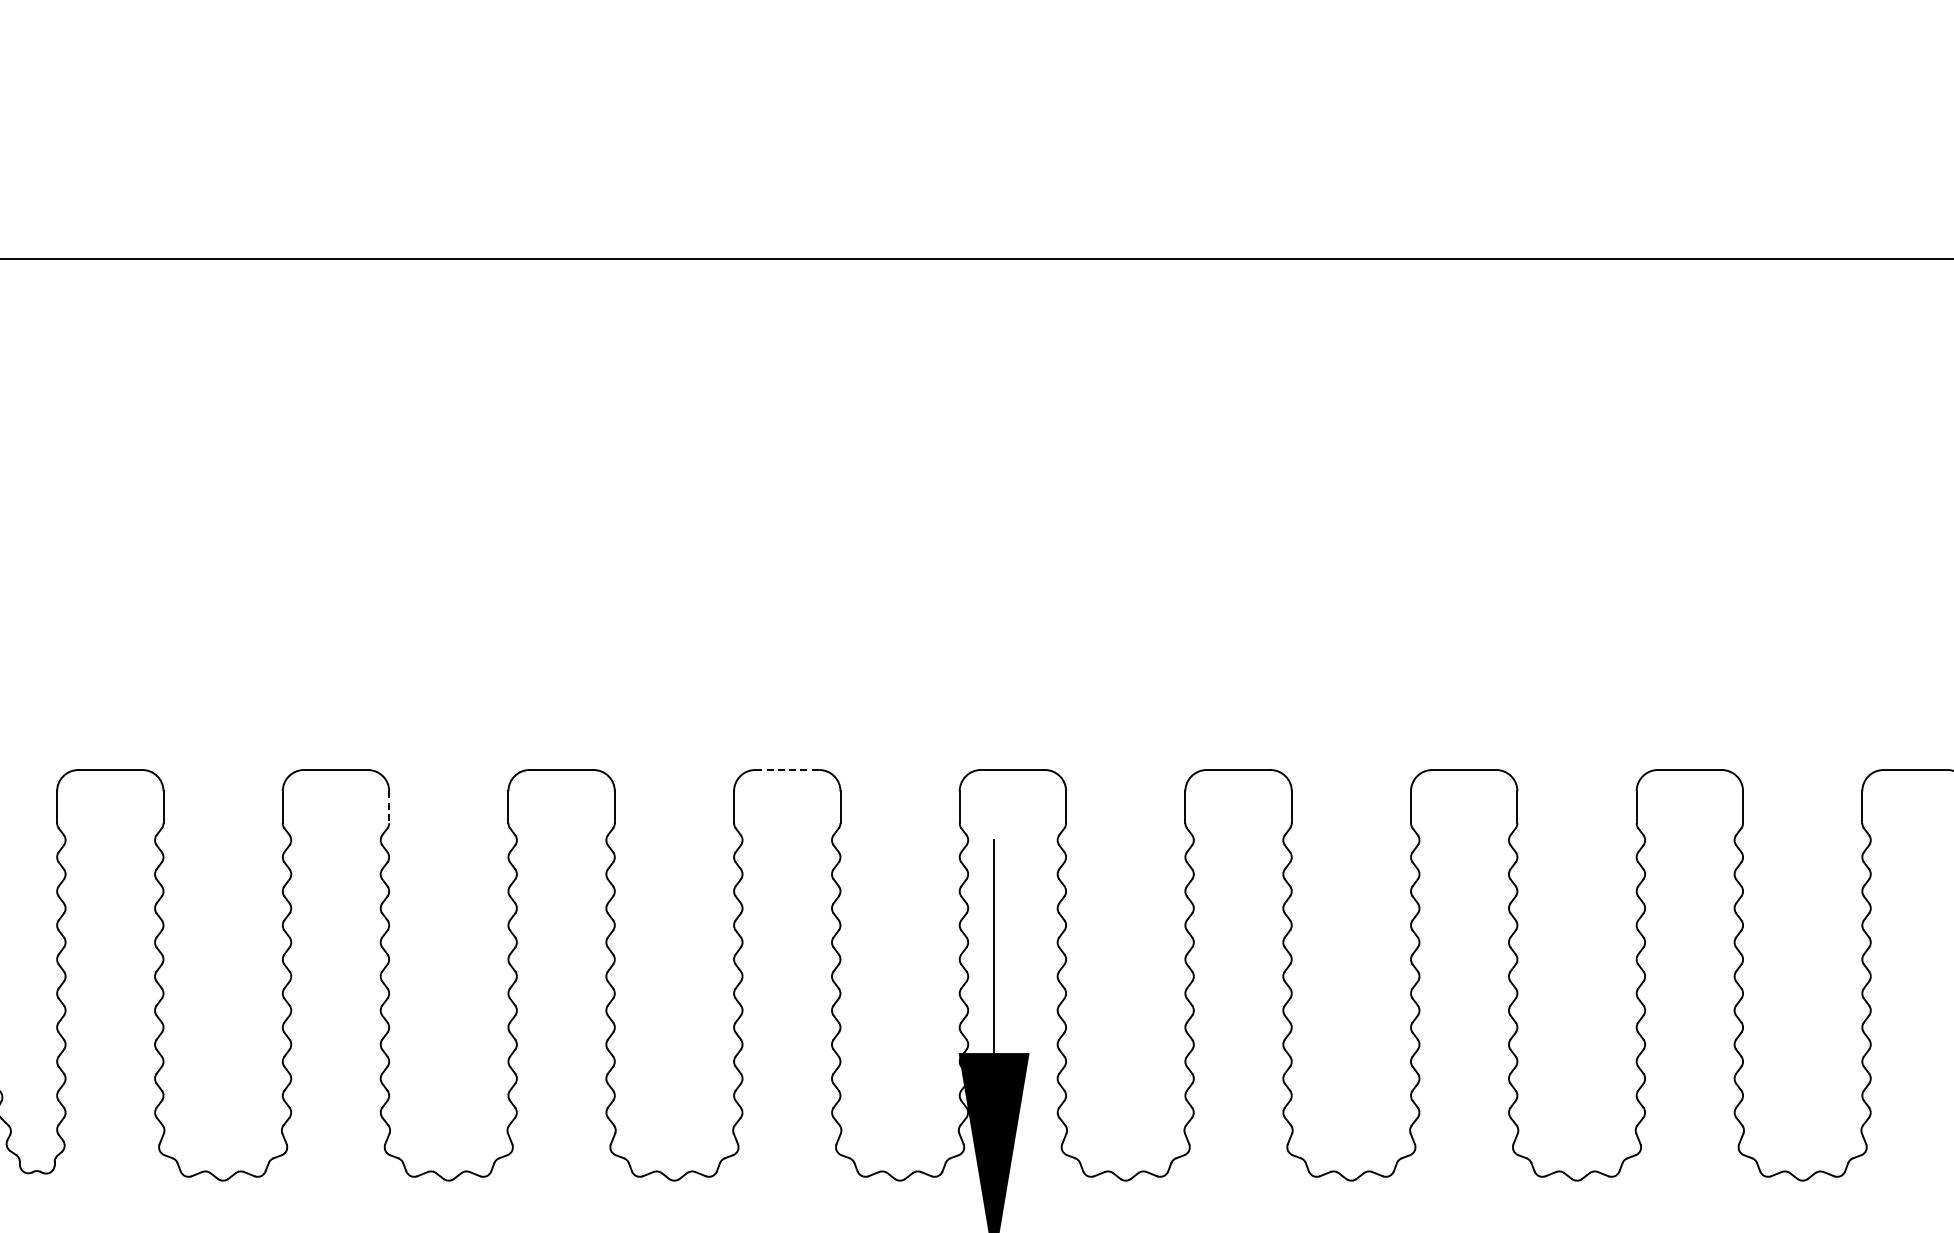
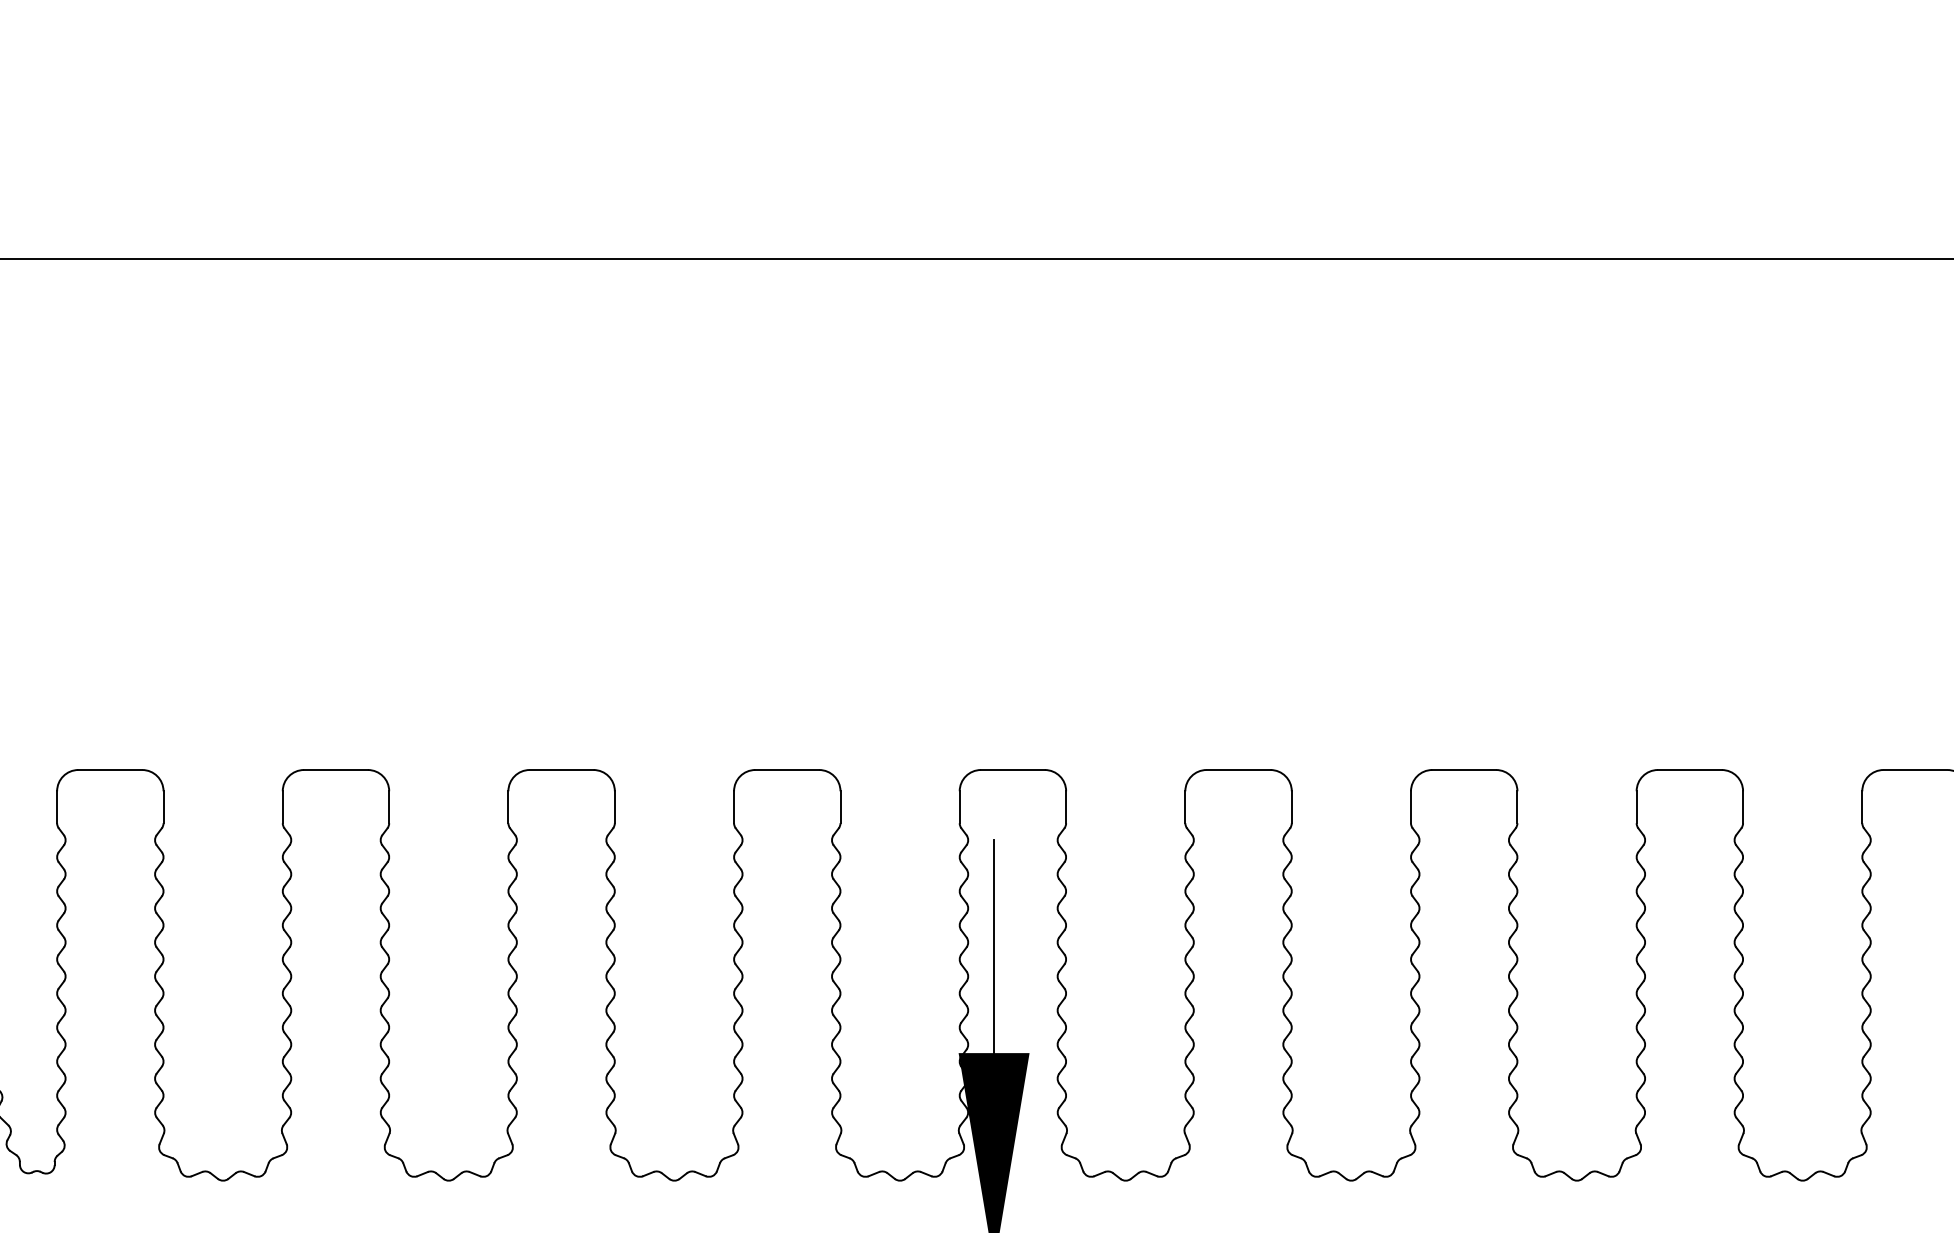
line at (787, 770): dashed -> solid
line at (389, 807): dashed -> solid
